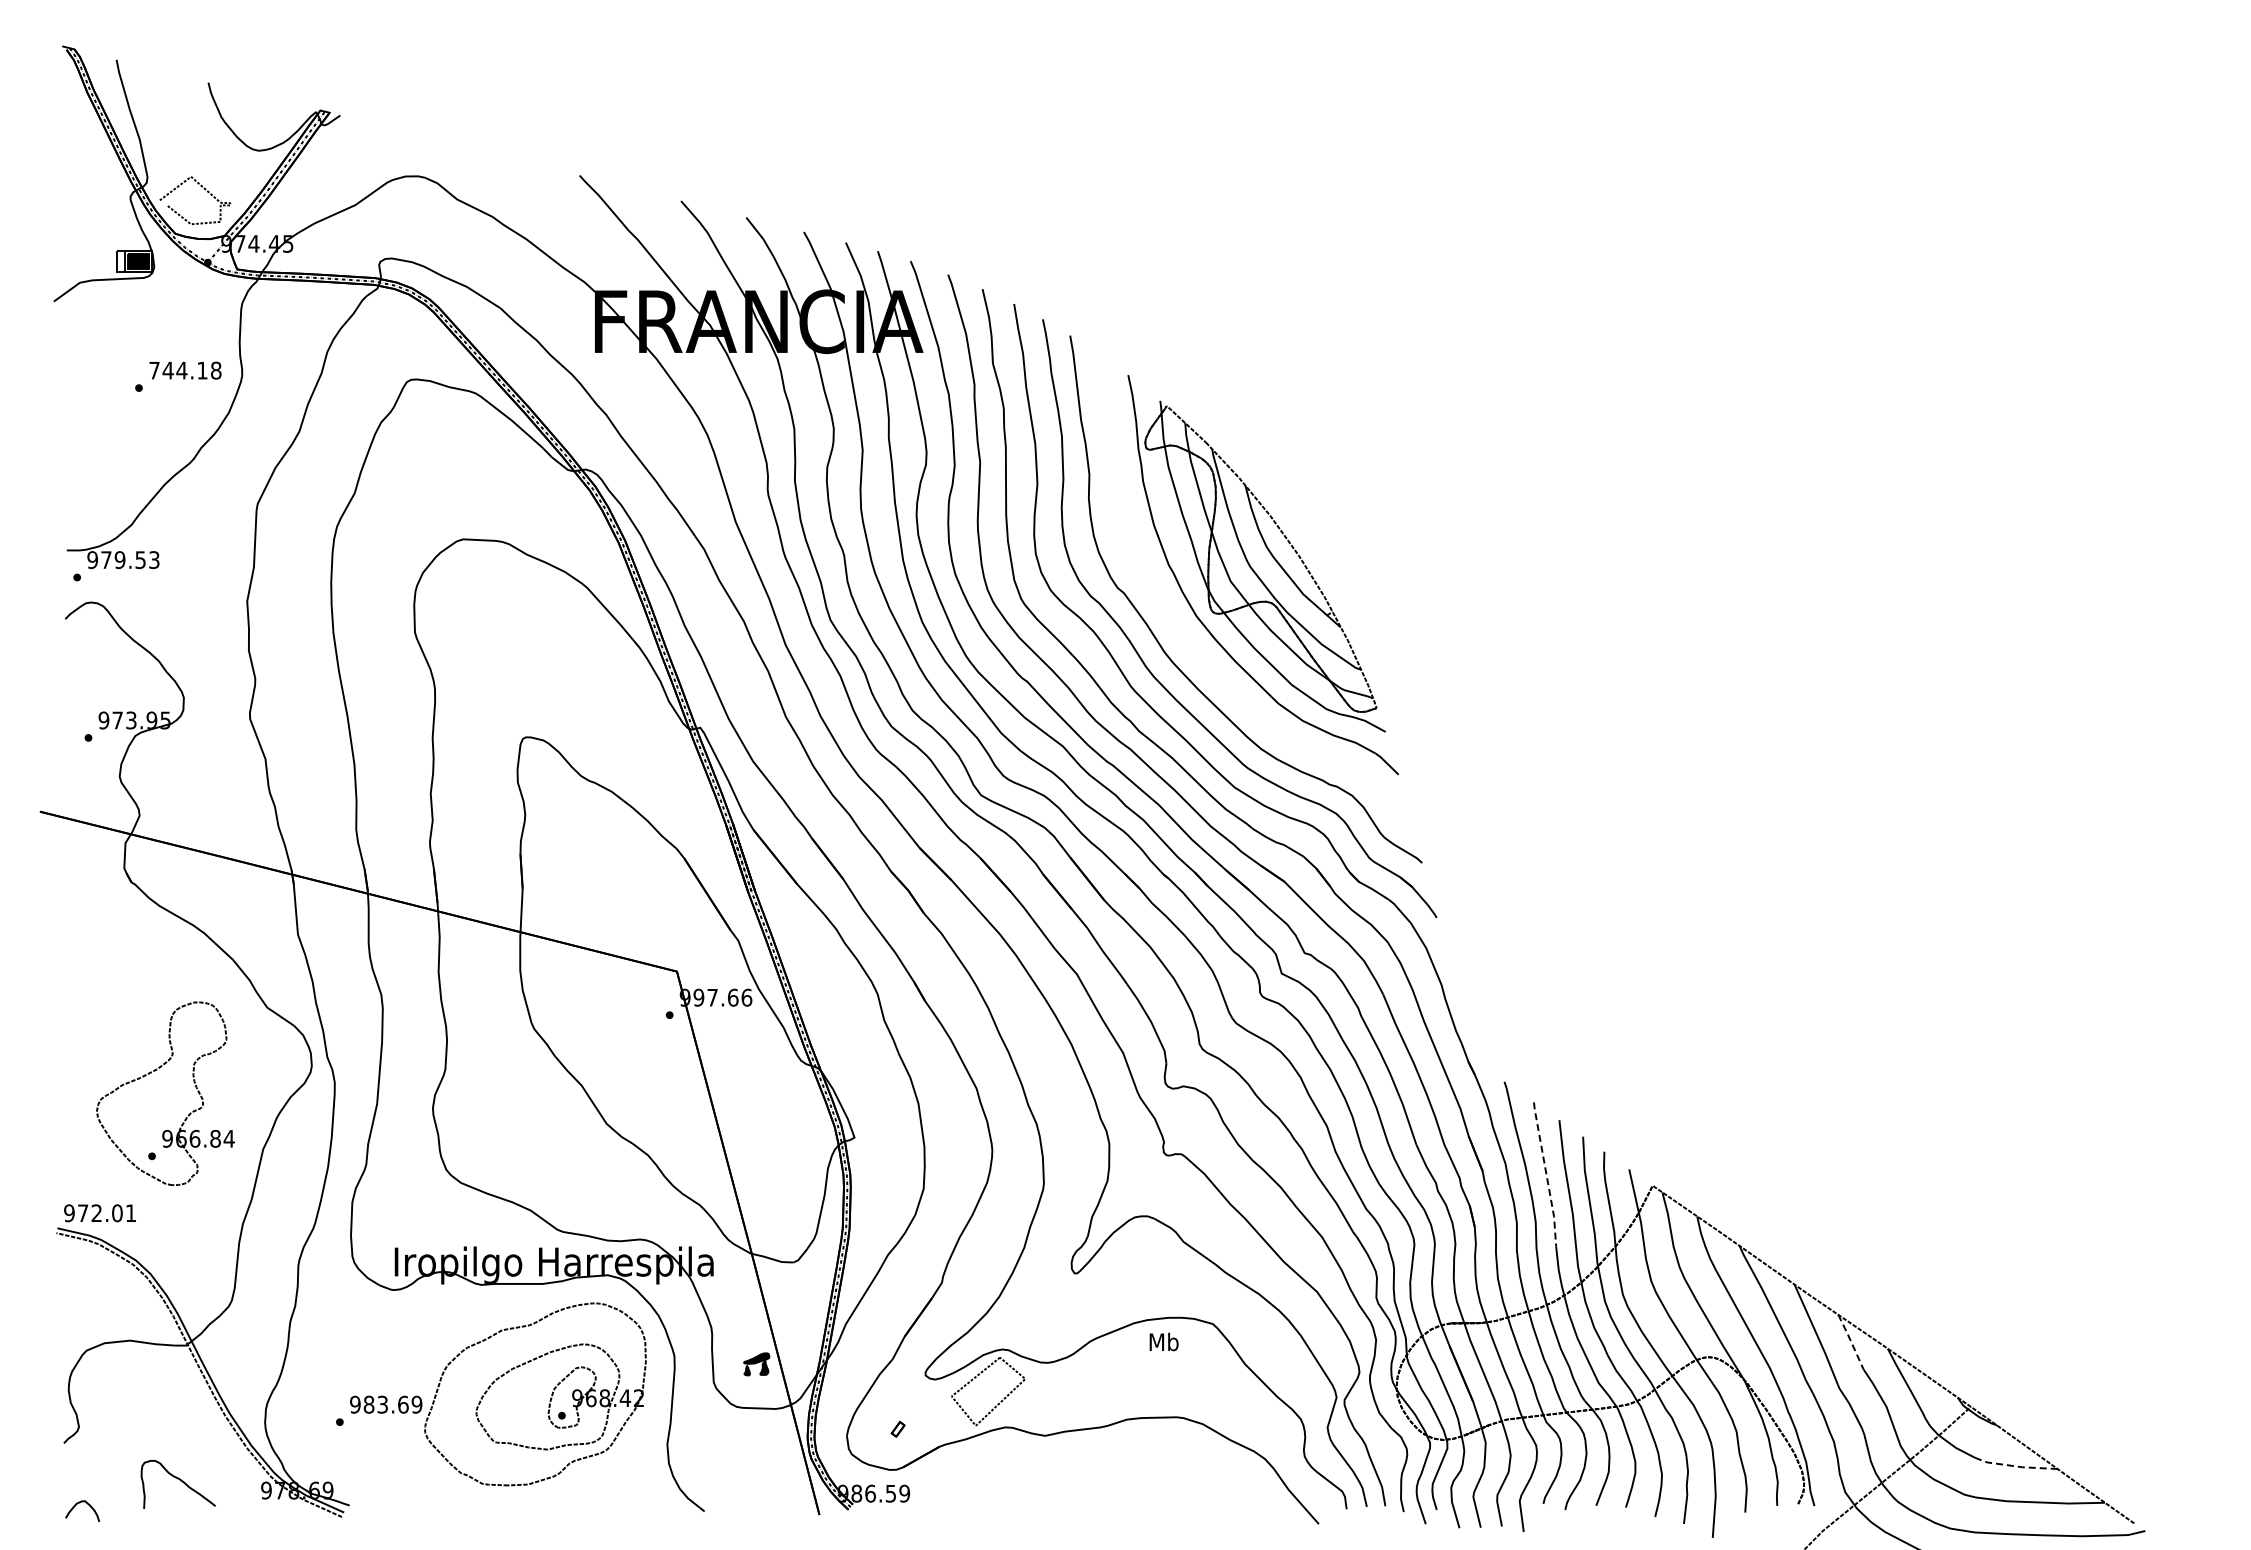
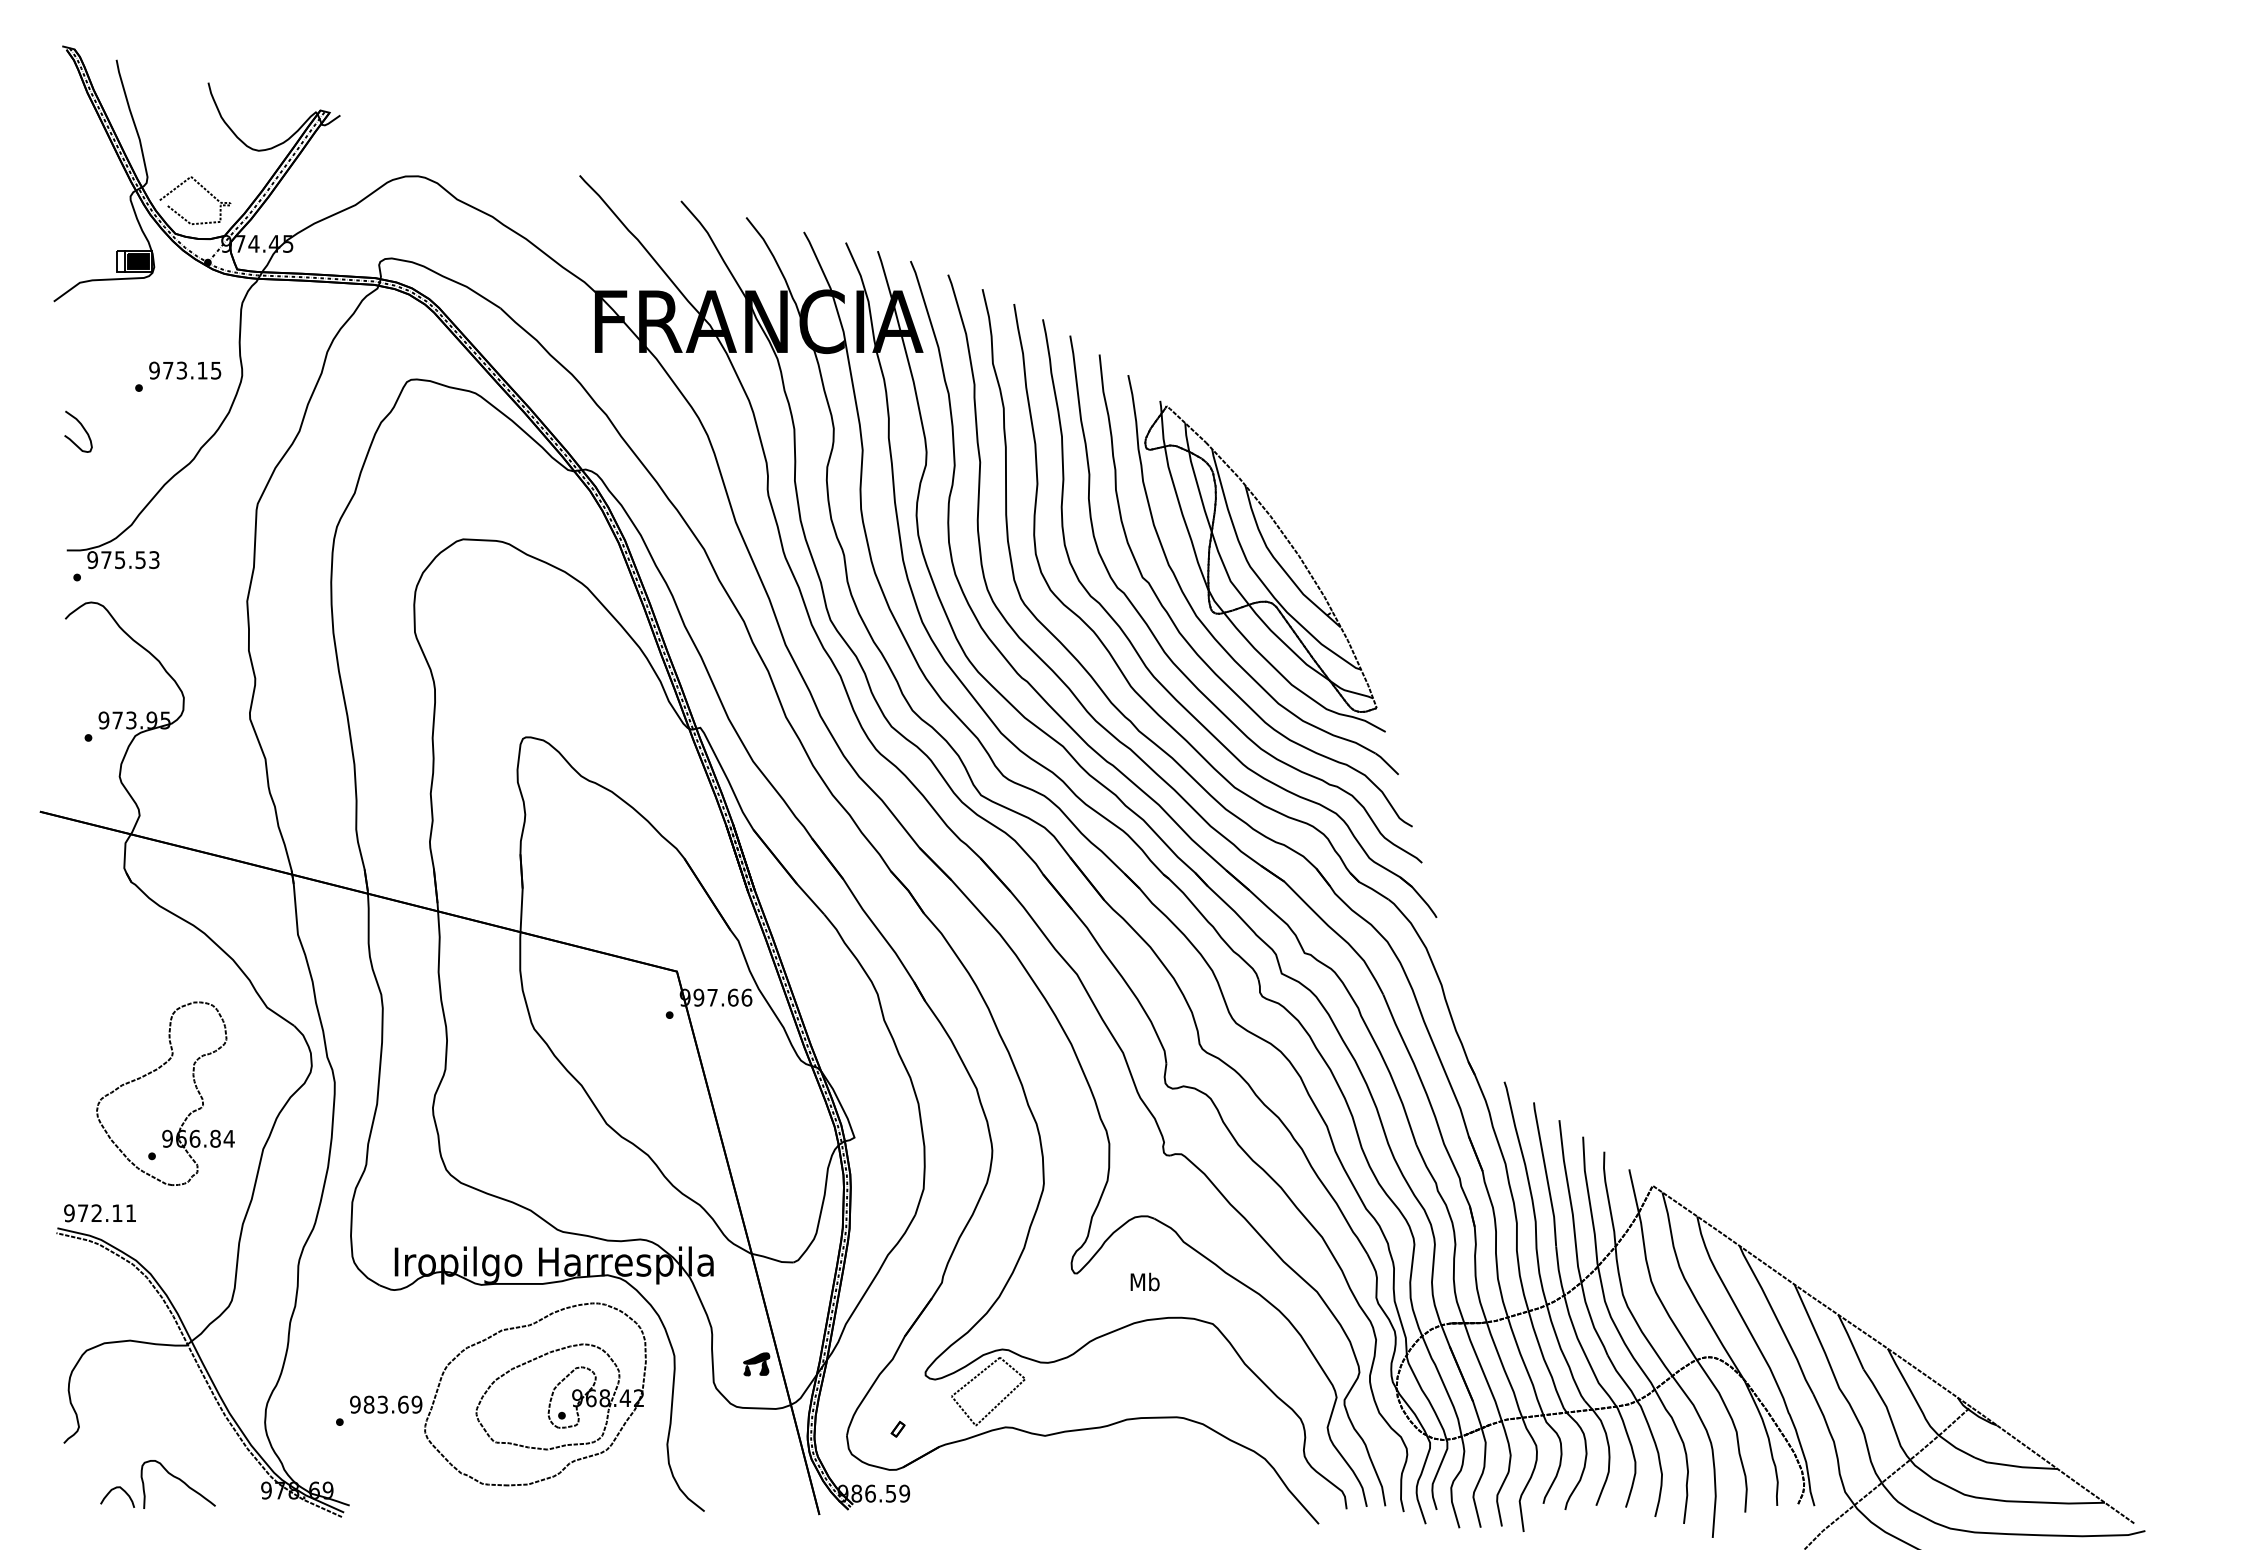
text at (185, 370): 744.18 -> 973.15
curve at (82, 428): none -> present
text at (119, 559): 979.53 -> 975.53
curve at (1192, 646): none -> present
line at (1546, 1173): dashed -> solid
text at (117, 1213): 972.01 -> 972.11
text at (1163, 1341) position: (1163, 1341) -> (1144, 1281)
line at (1850, 1341): dashed -> solid
line at (2016, 1466): dashed -> solid
curve at (79, 1503) position: (79, 1503) -> (114, 1489)
